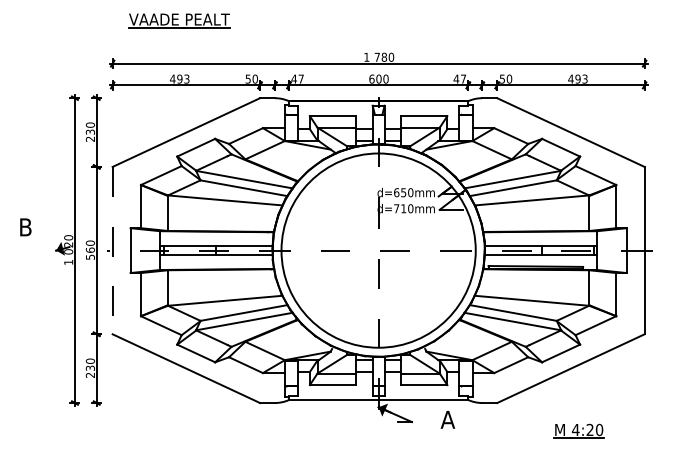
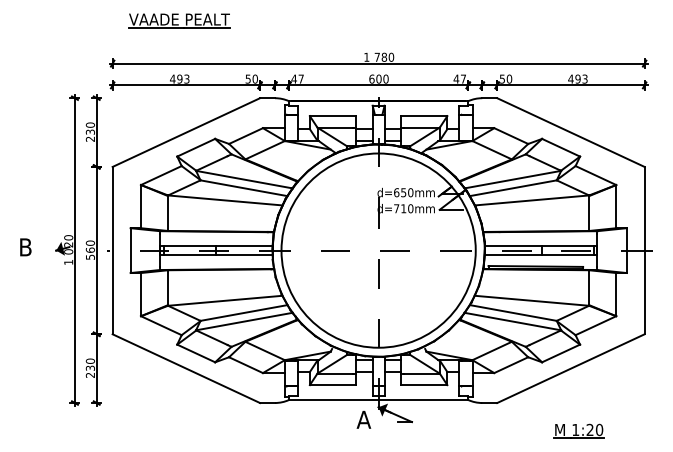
text at (25, 227) position: (25, 227) -> (25, 247)
line at (112, 250): dashed -> solid
text at (447, 419) position: (447, 419) -> (363, 419)
text at (575, 429): 4:20 -> 1:20
